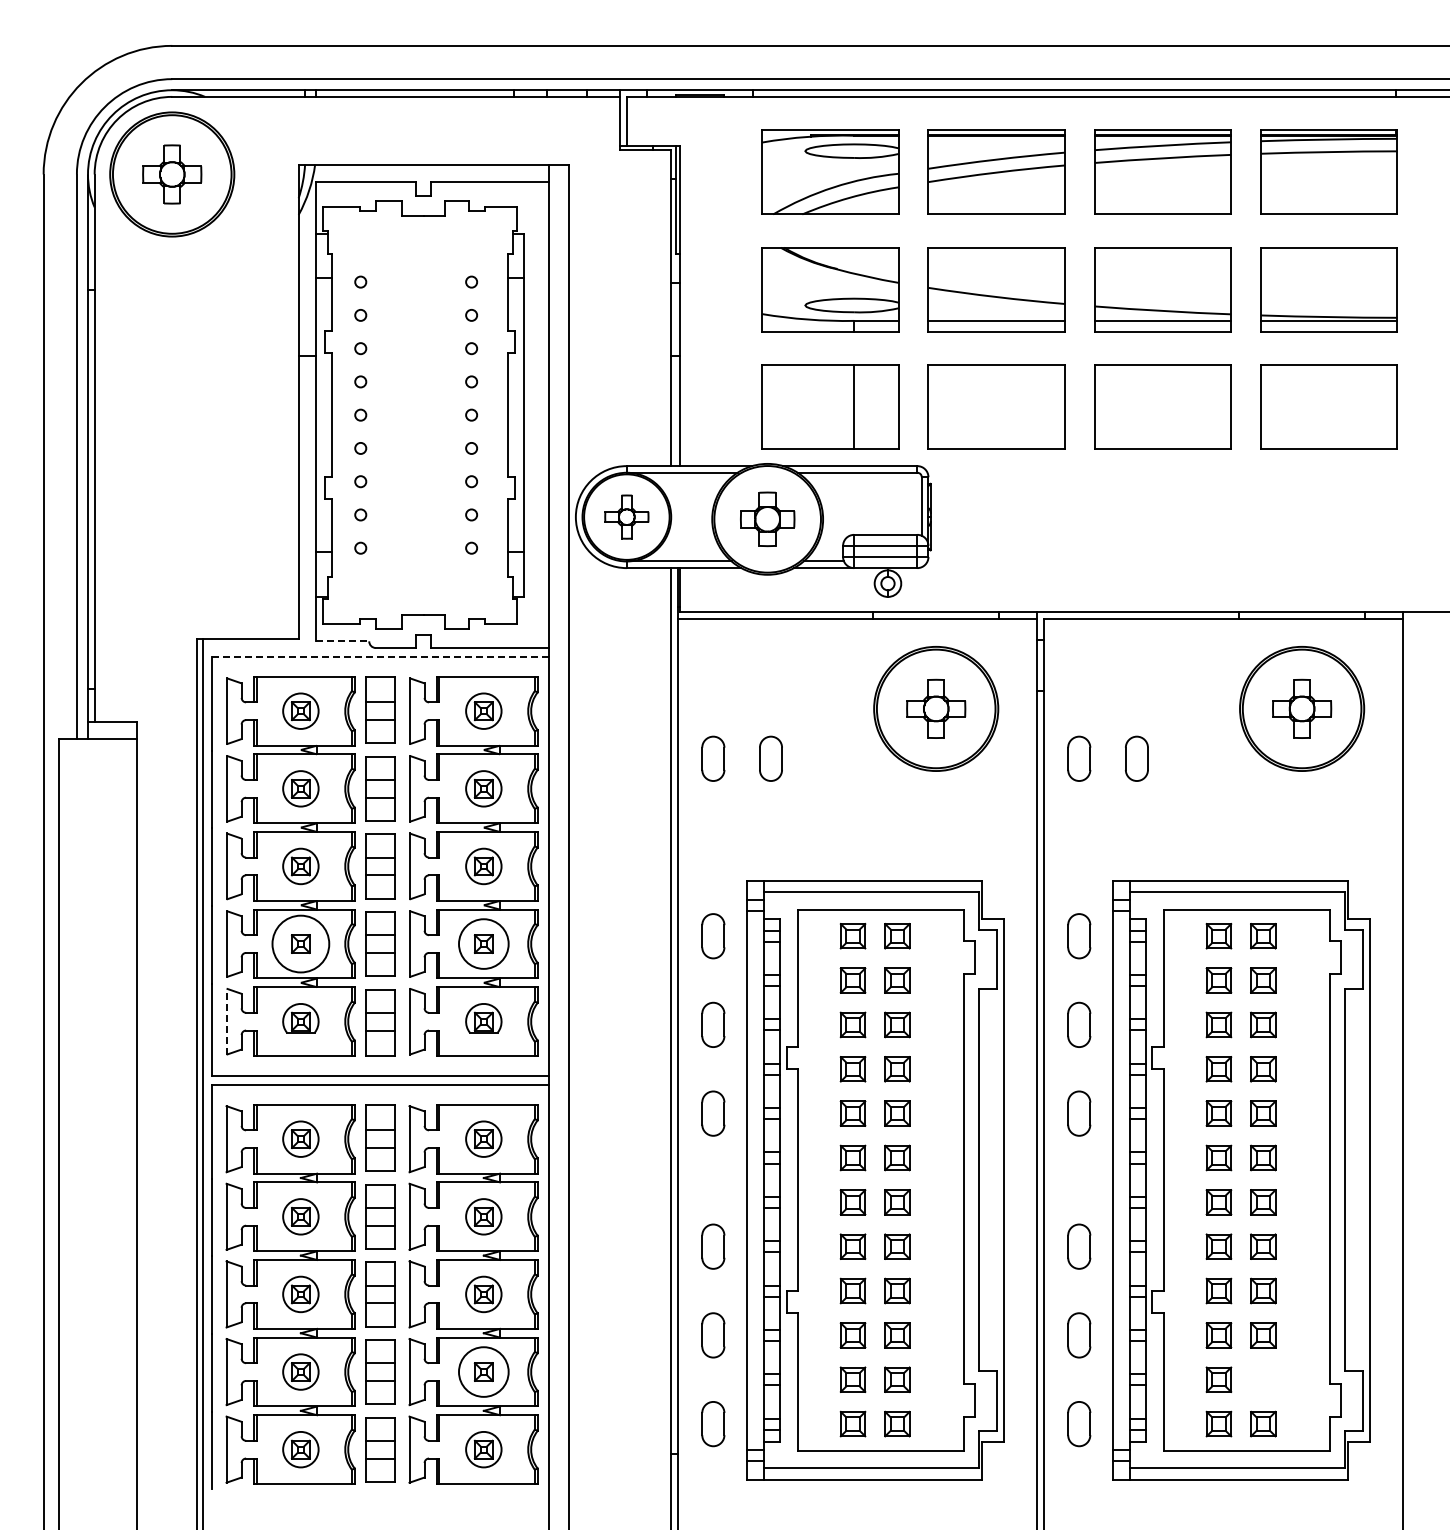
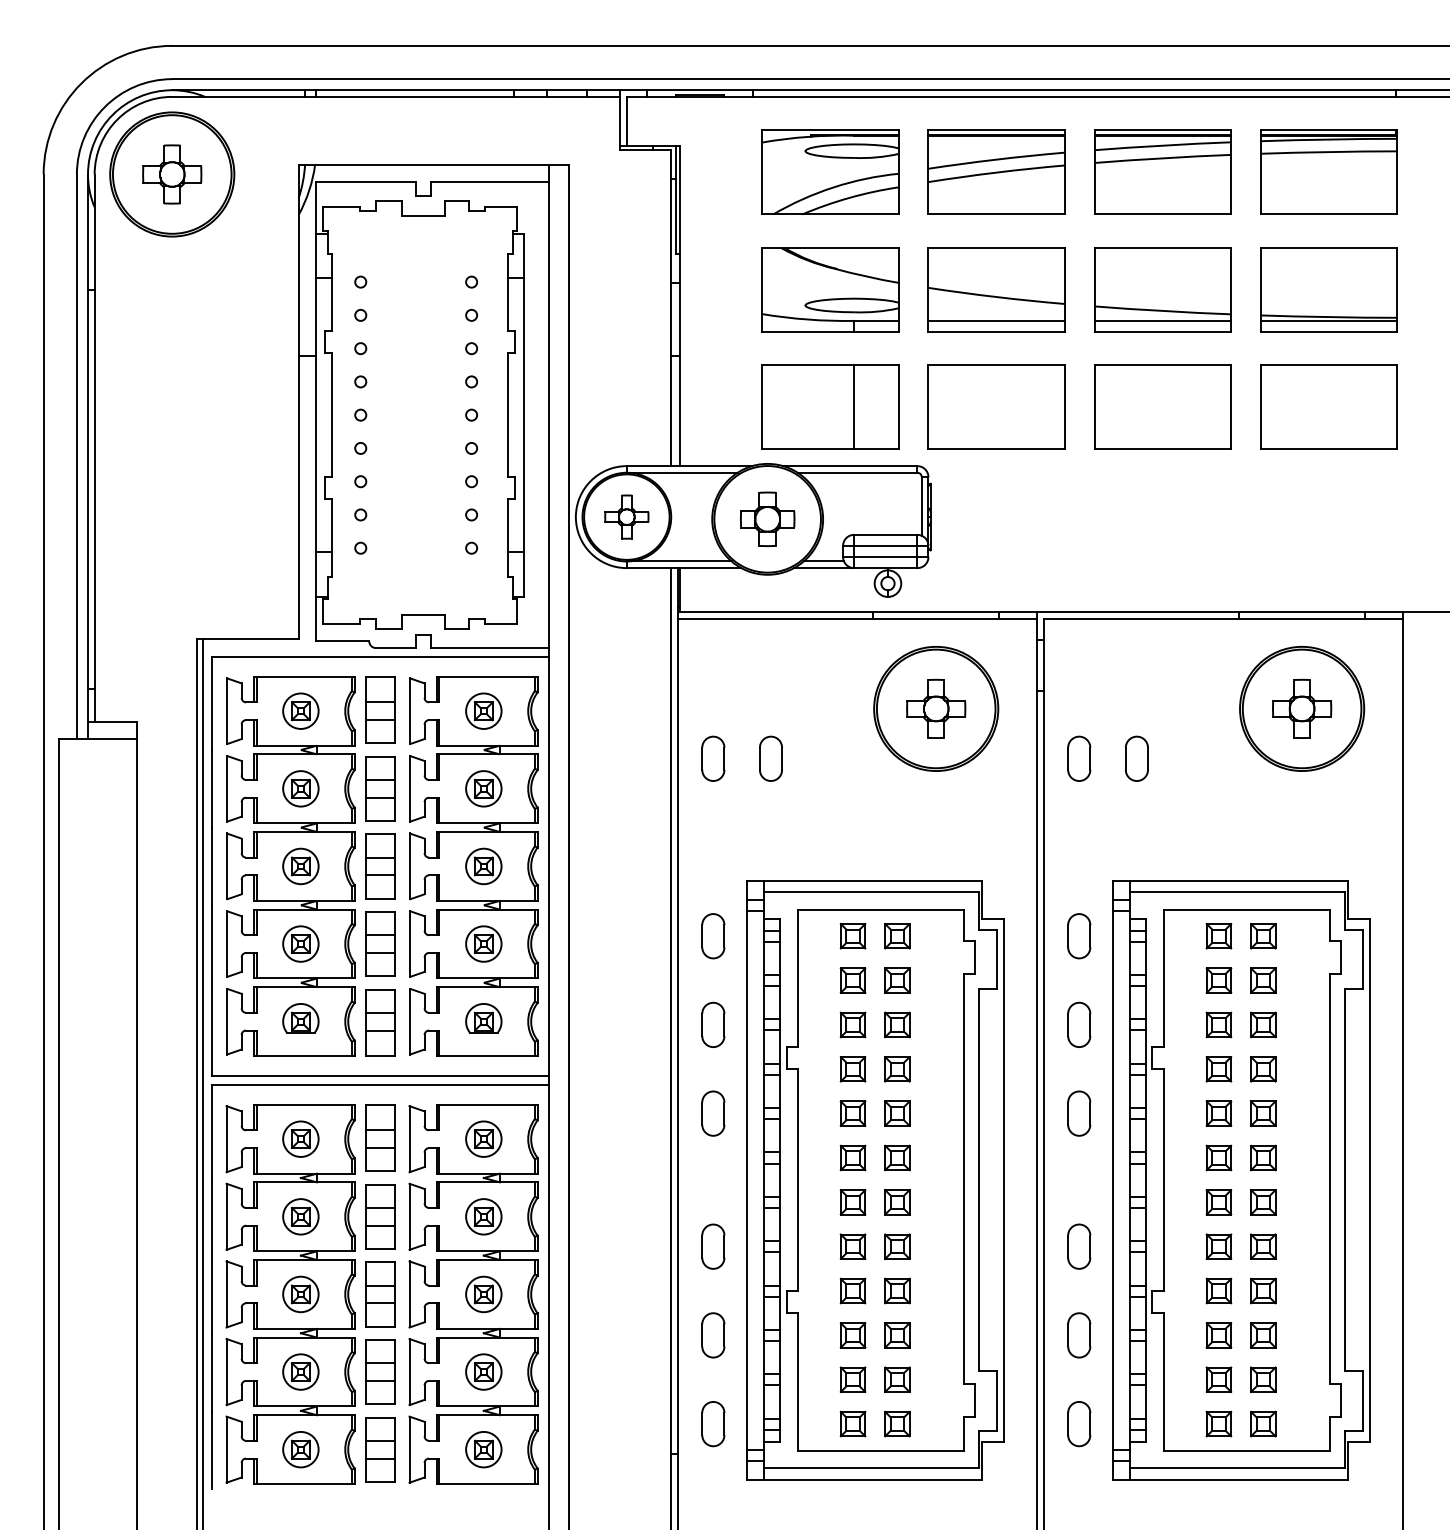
line at (343, 641): dashed -> solid
line at (380, 656): dashed -> solid
circle at (300, 943) diameter: 57 px -> 35 px
circle at (483, 943) diameter: 50 px -> 35 px
line at (226, 1021): dashed -> solid
circle at (483, 1371) diameter: 50 px -> 35 px
part at (1263, 1379): none -> present
